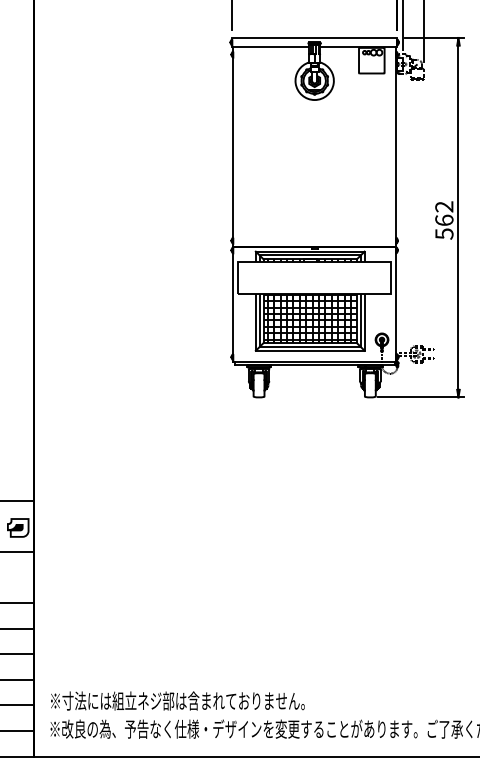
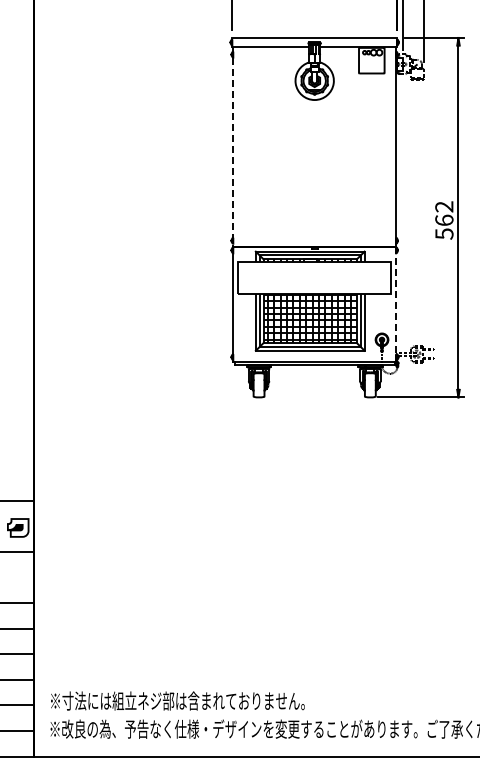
line at (233, 146): solid -> dashed
line at (396, 304): solid -> dashed
